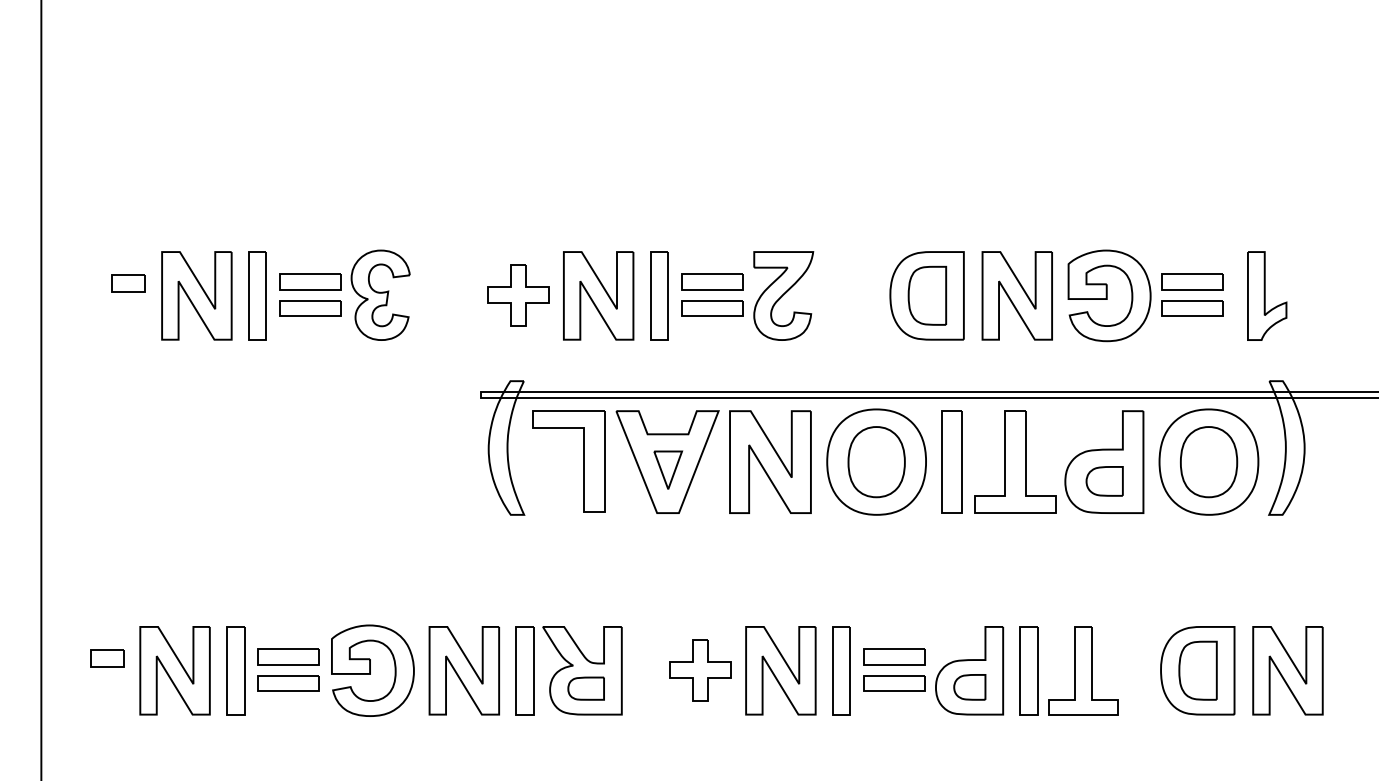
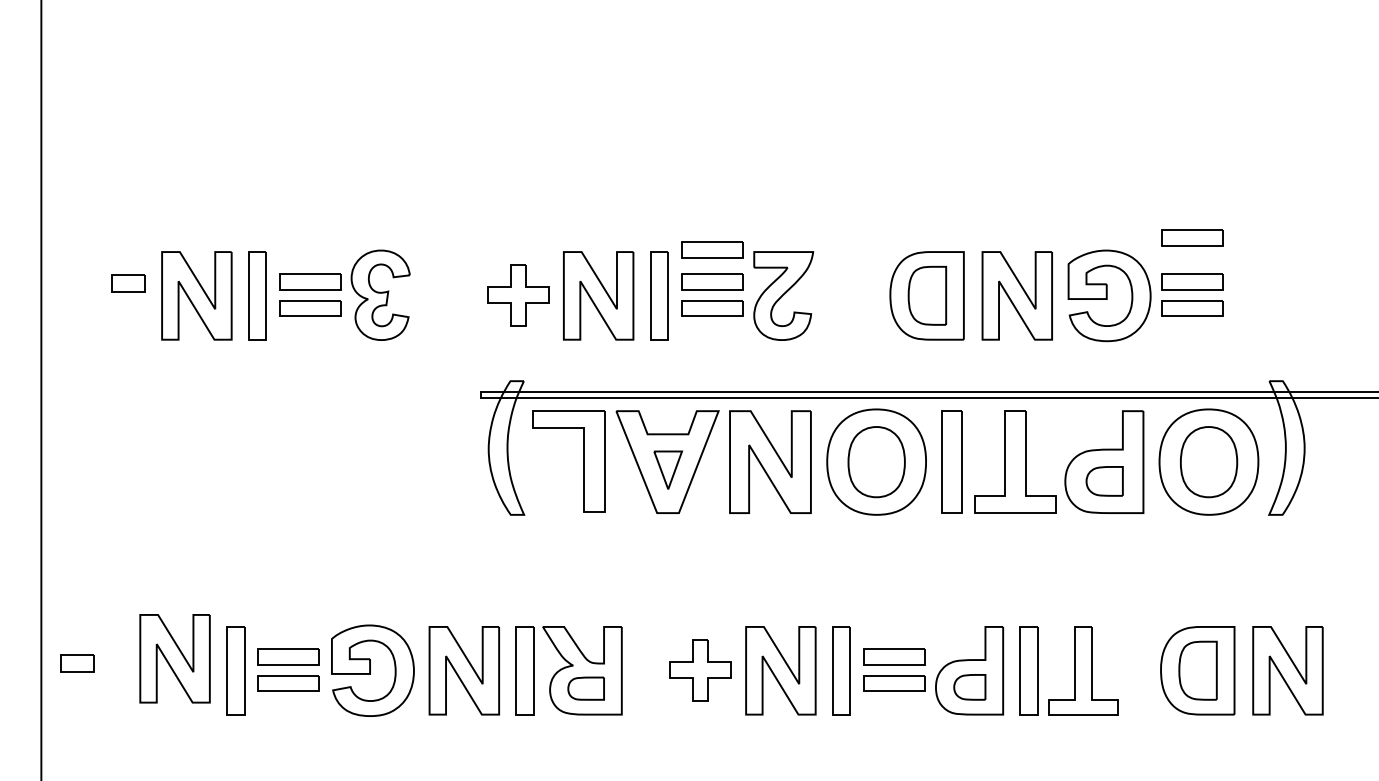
part at (1192, 237): none -> present
part at (712, 249): none -> present
part at (1267, 295): present -> none
part at (107, 658) position: (107, 658) -> (77, 663)
part at (174, 670) position: (174, 670) -> (174, 658)
